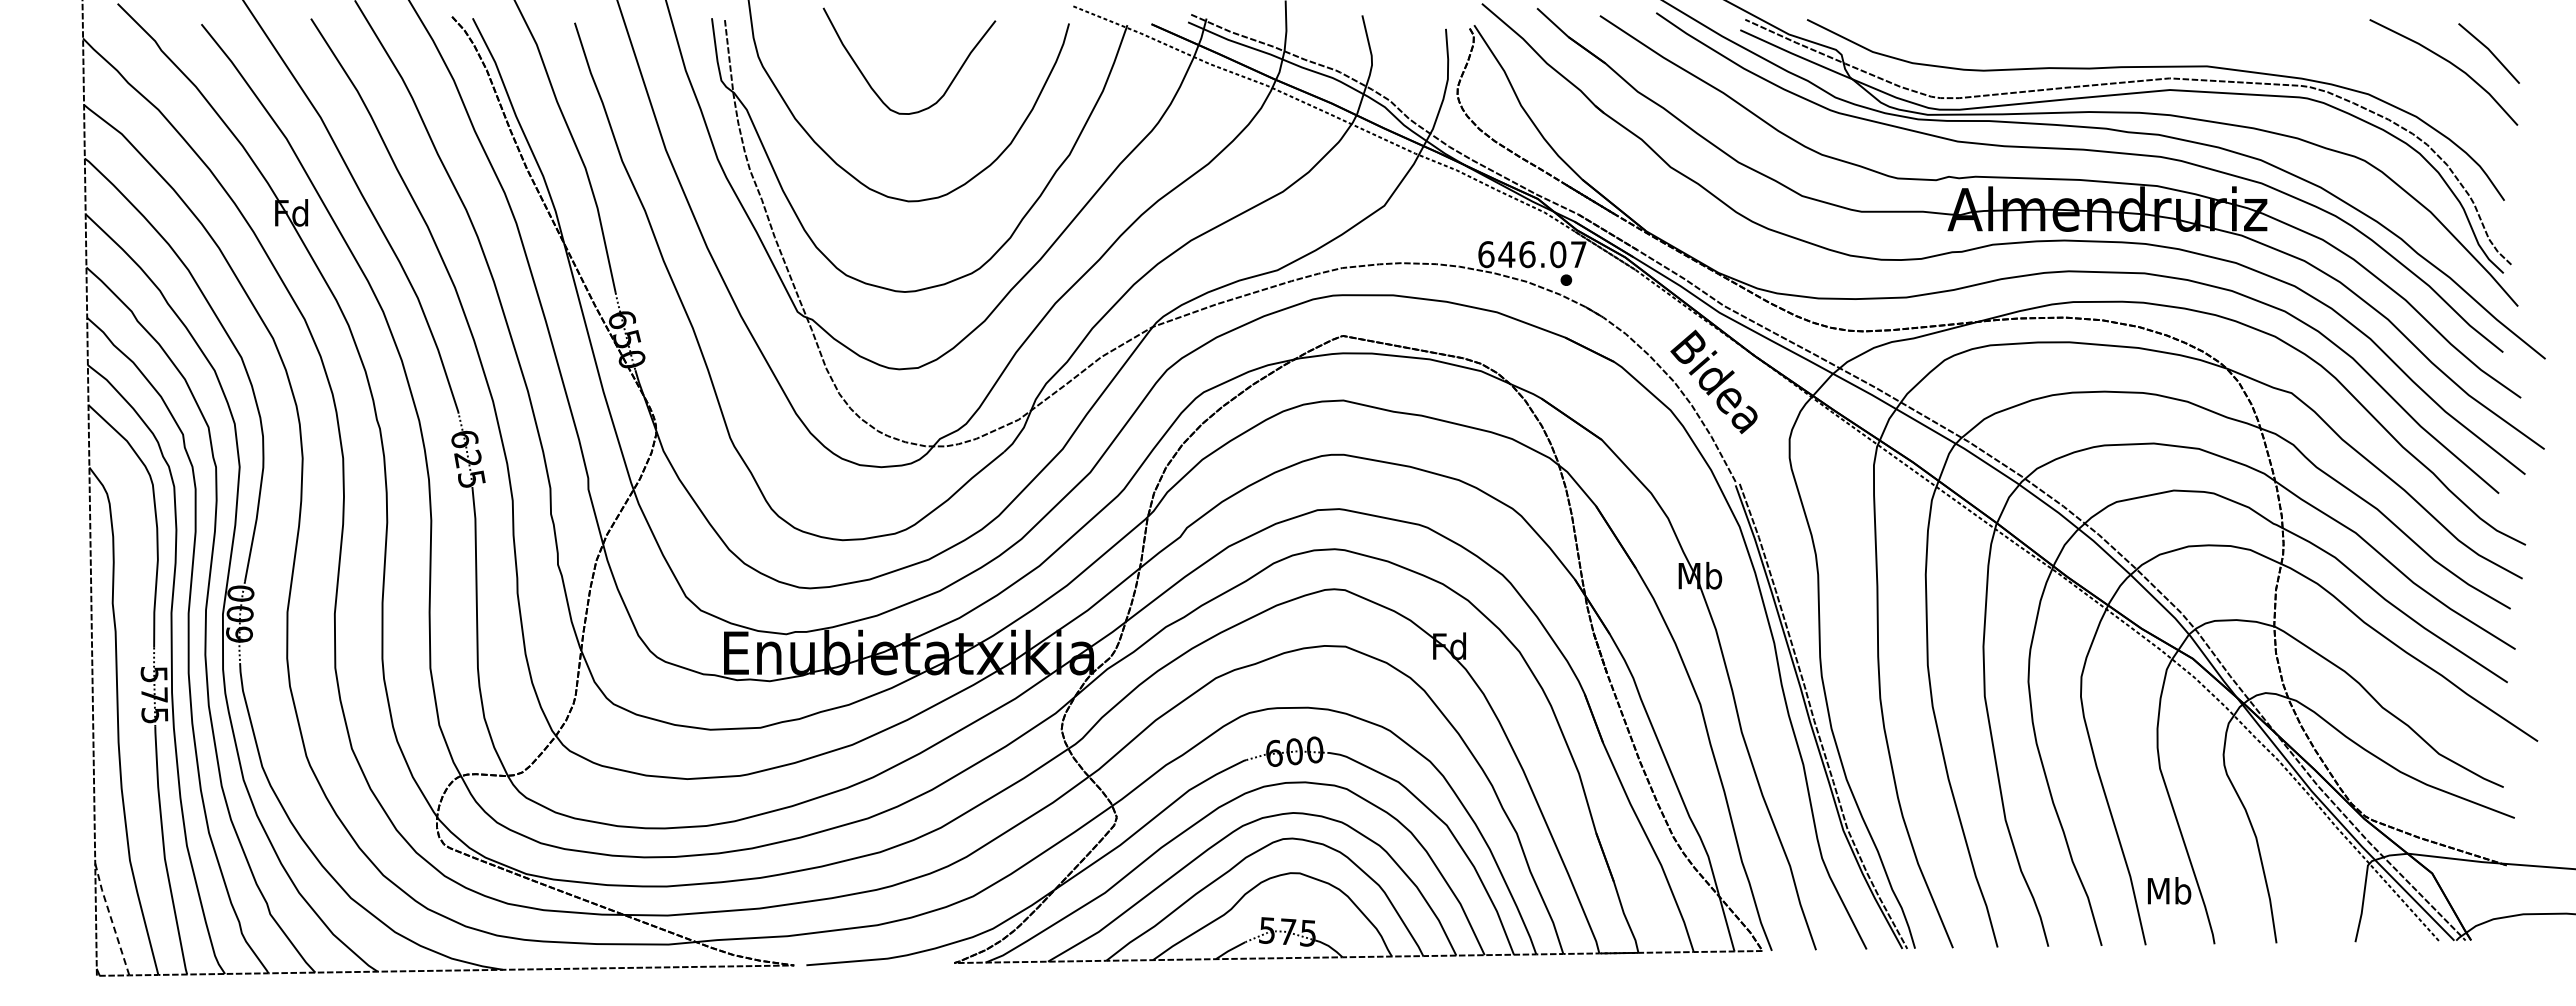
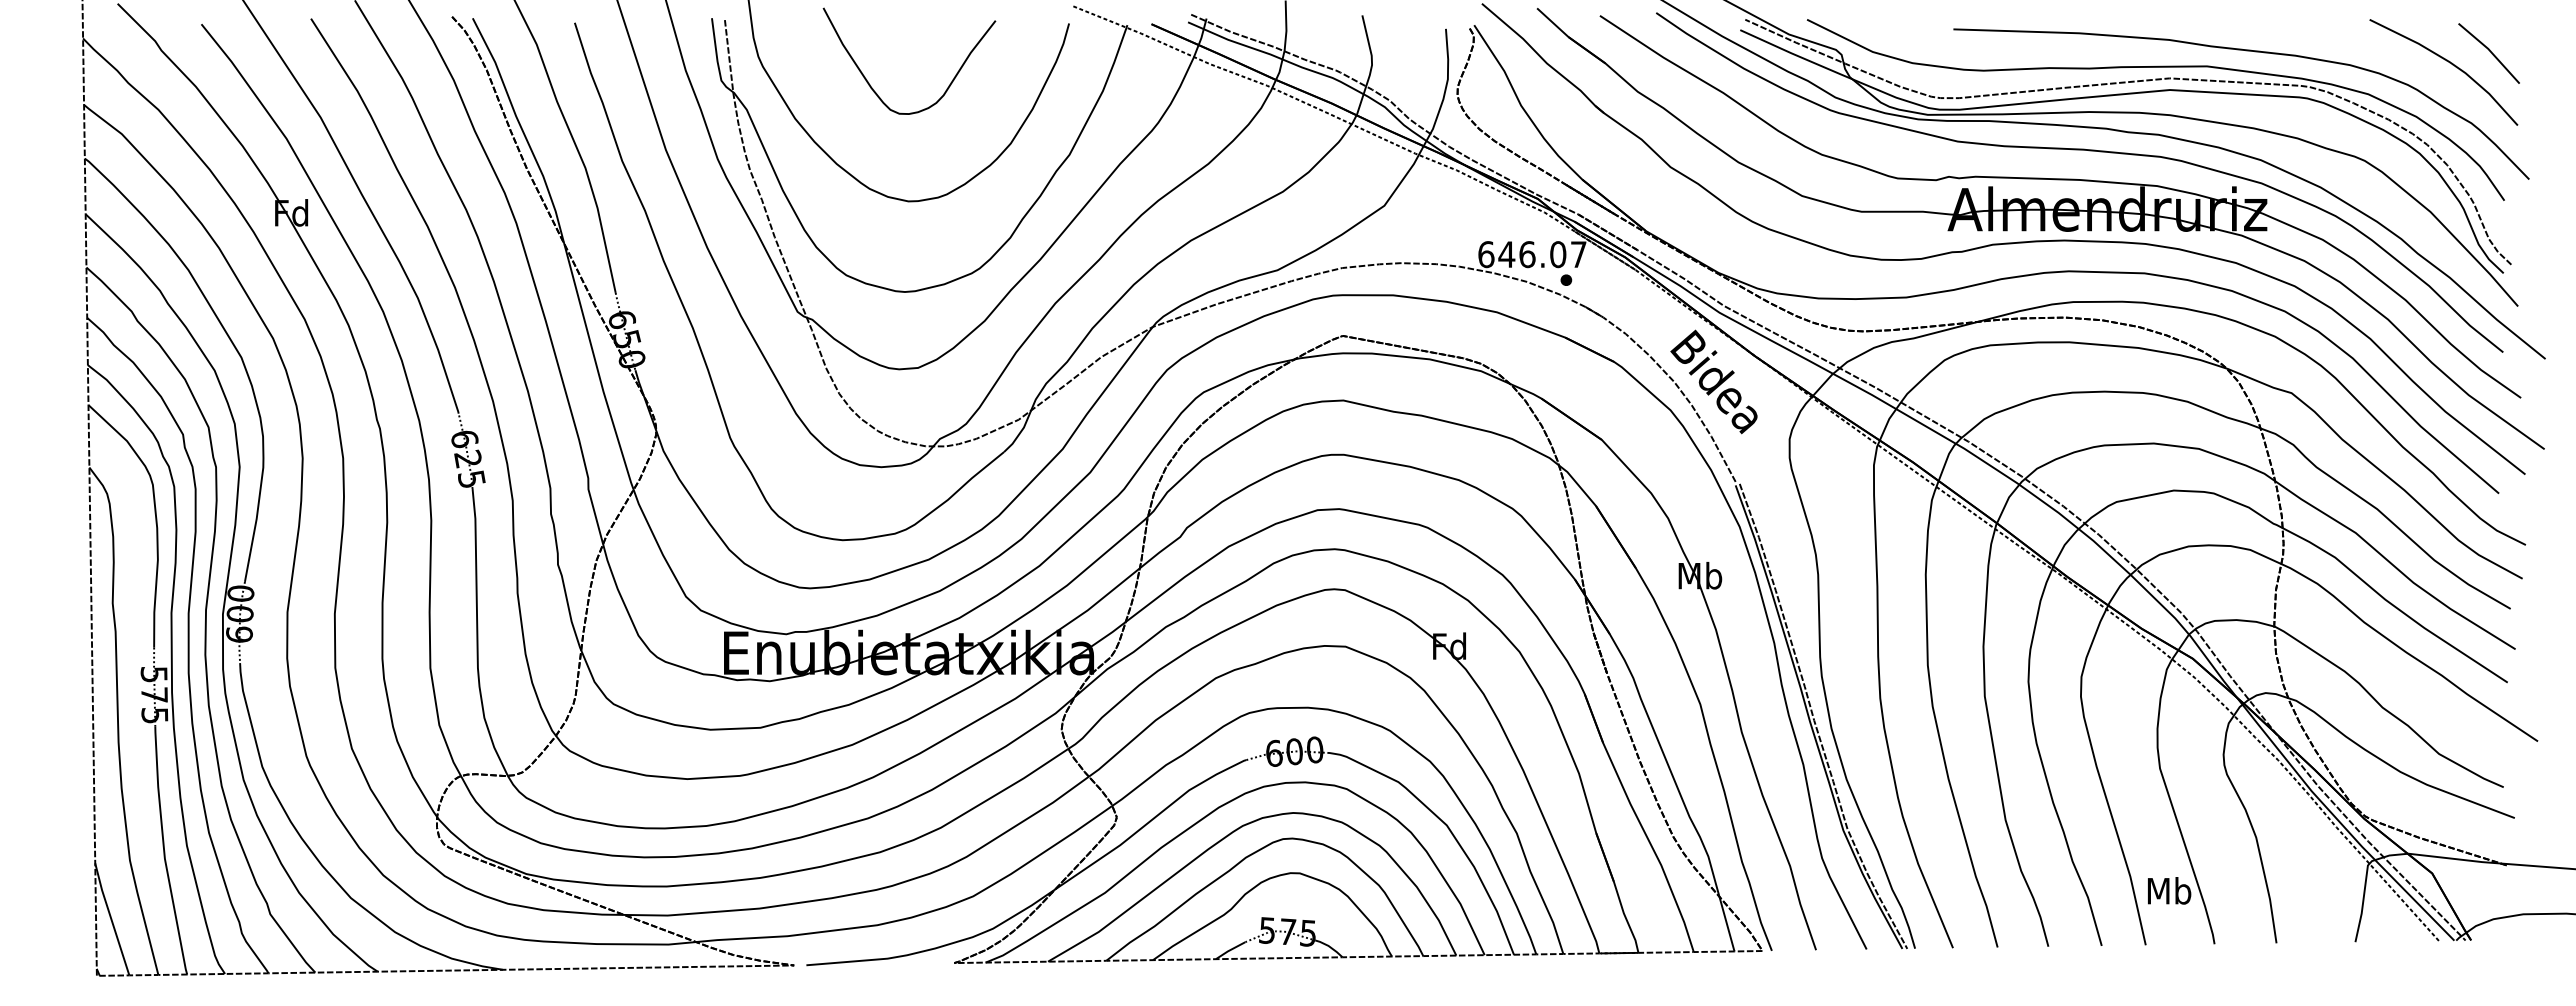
curve at (2245, 51): none -> present
line at (111, 918): dashed -> solid
